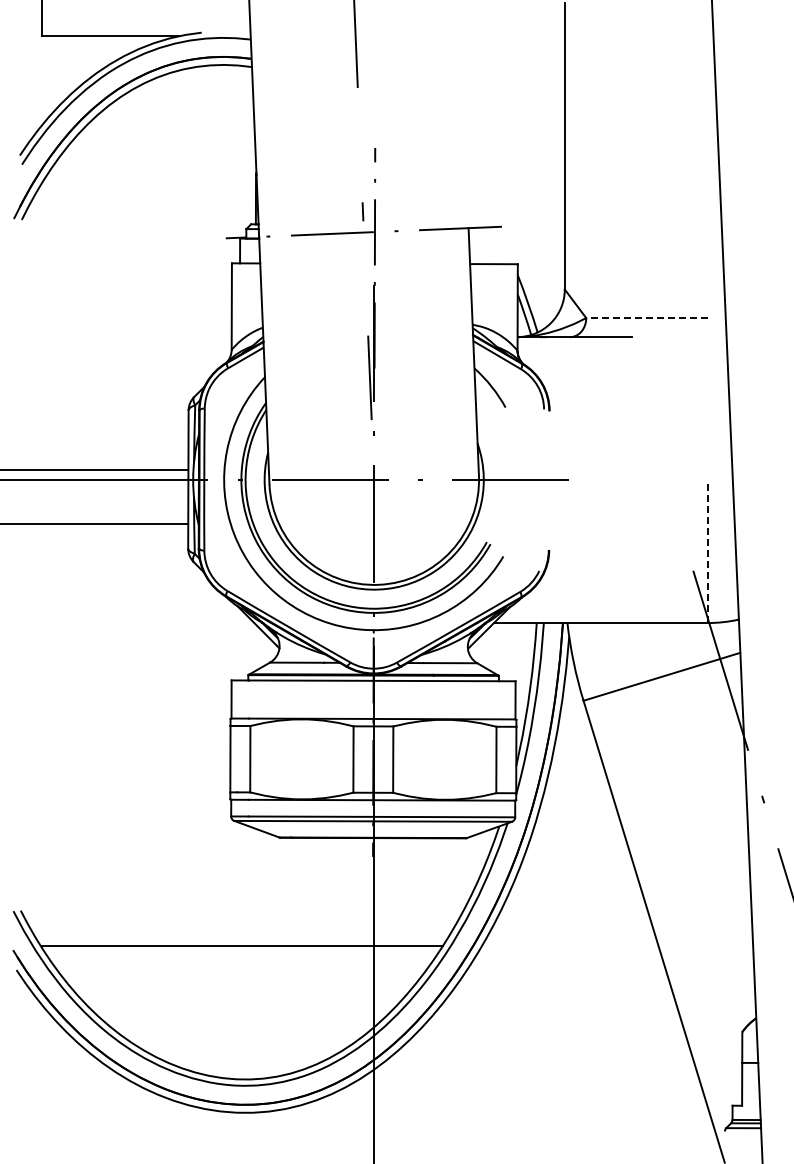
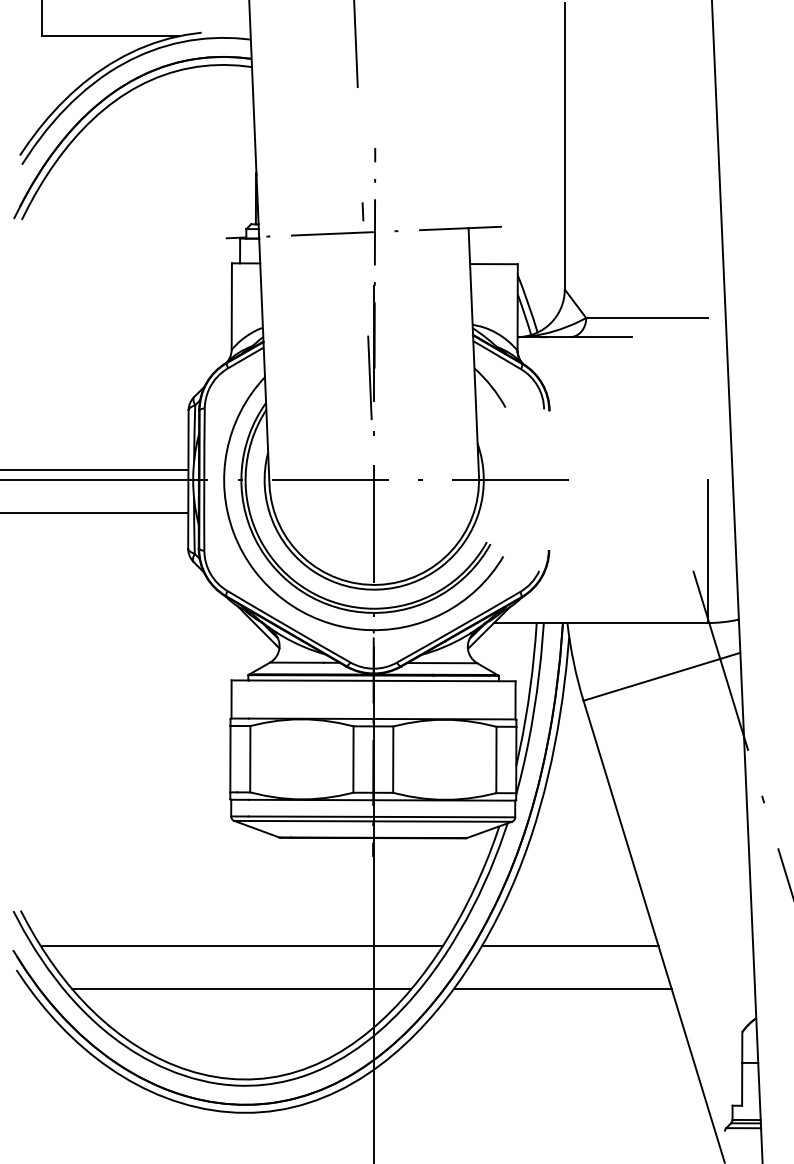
line at (647, 318): dashed -> solid
line at (95, 523) position: (95, 523) -> (95, 512)
line at (707, 551): dashed -> solid
line at (569, 946): none -> present
line at (241, 989): none -> present
line at (562, 989): none -> present
